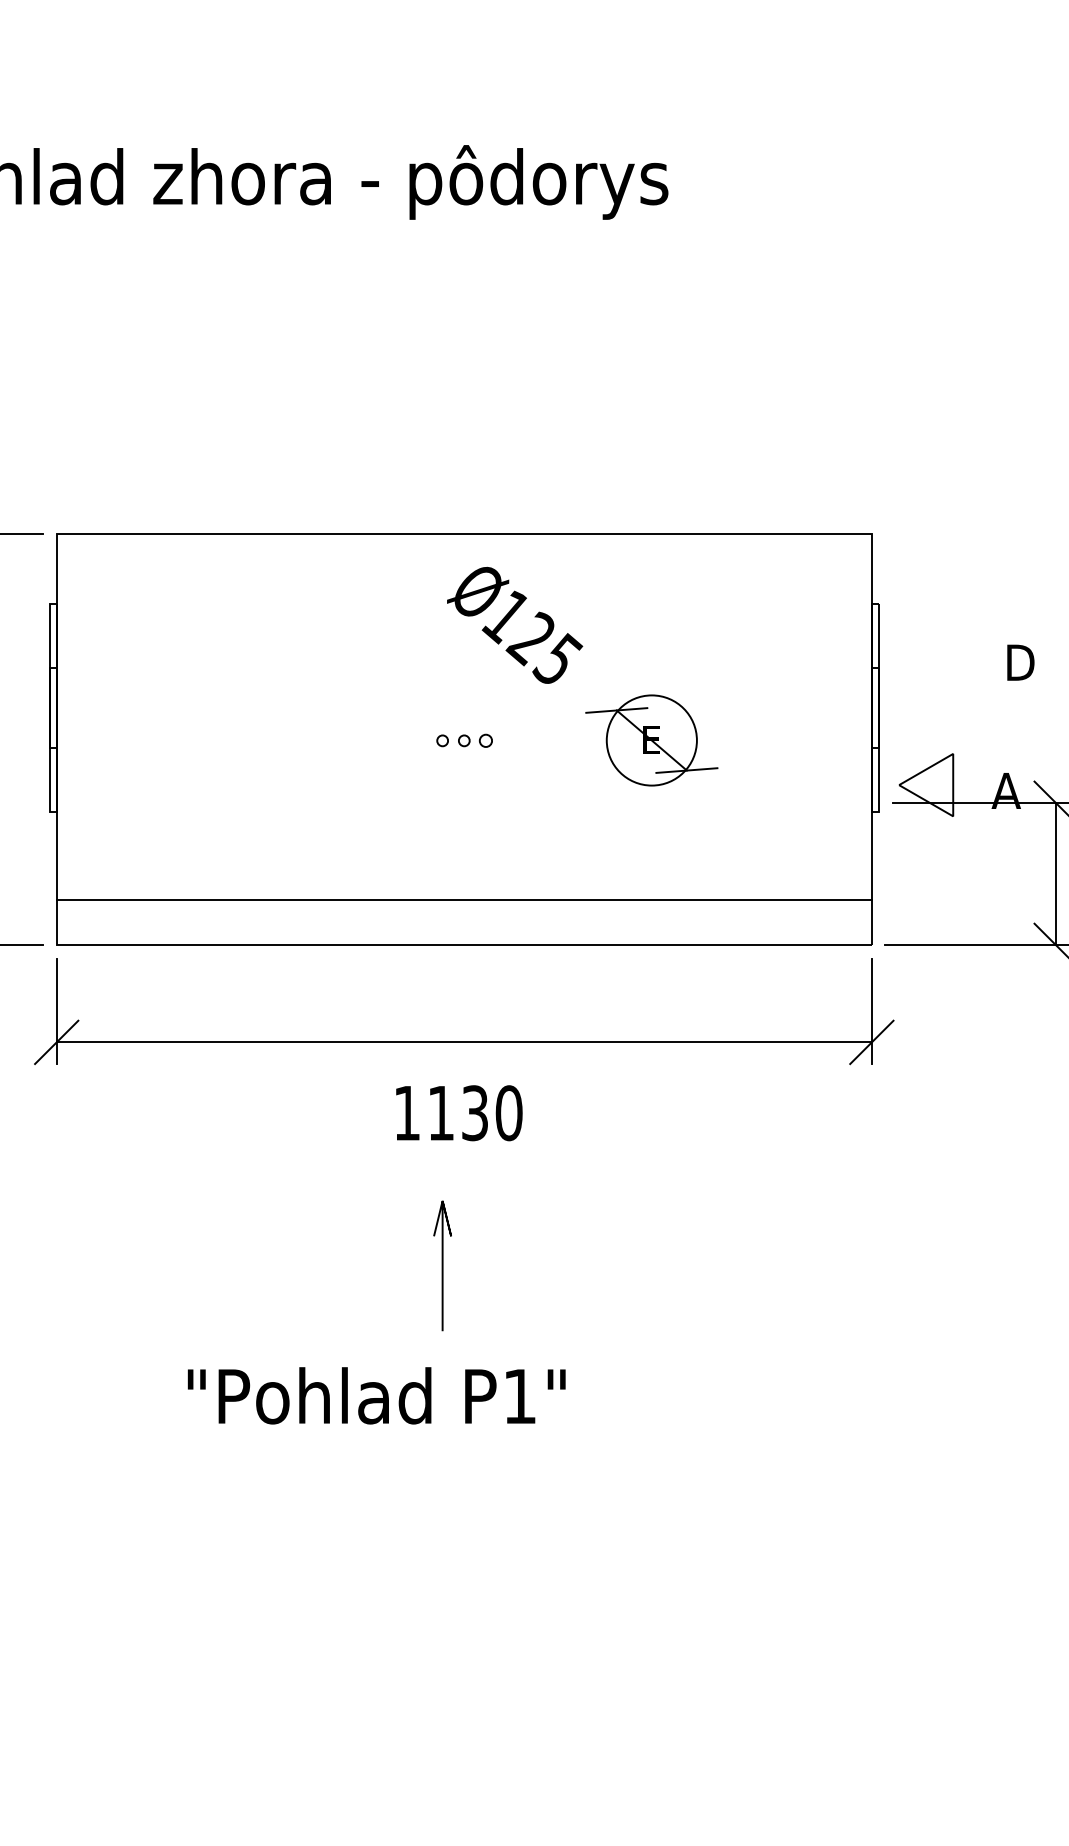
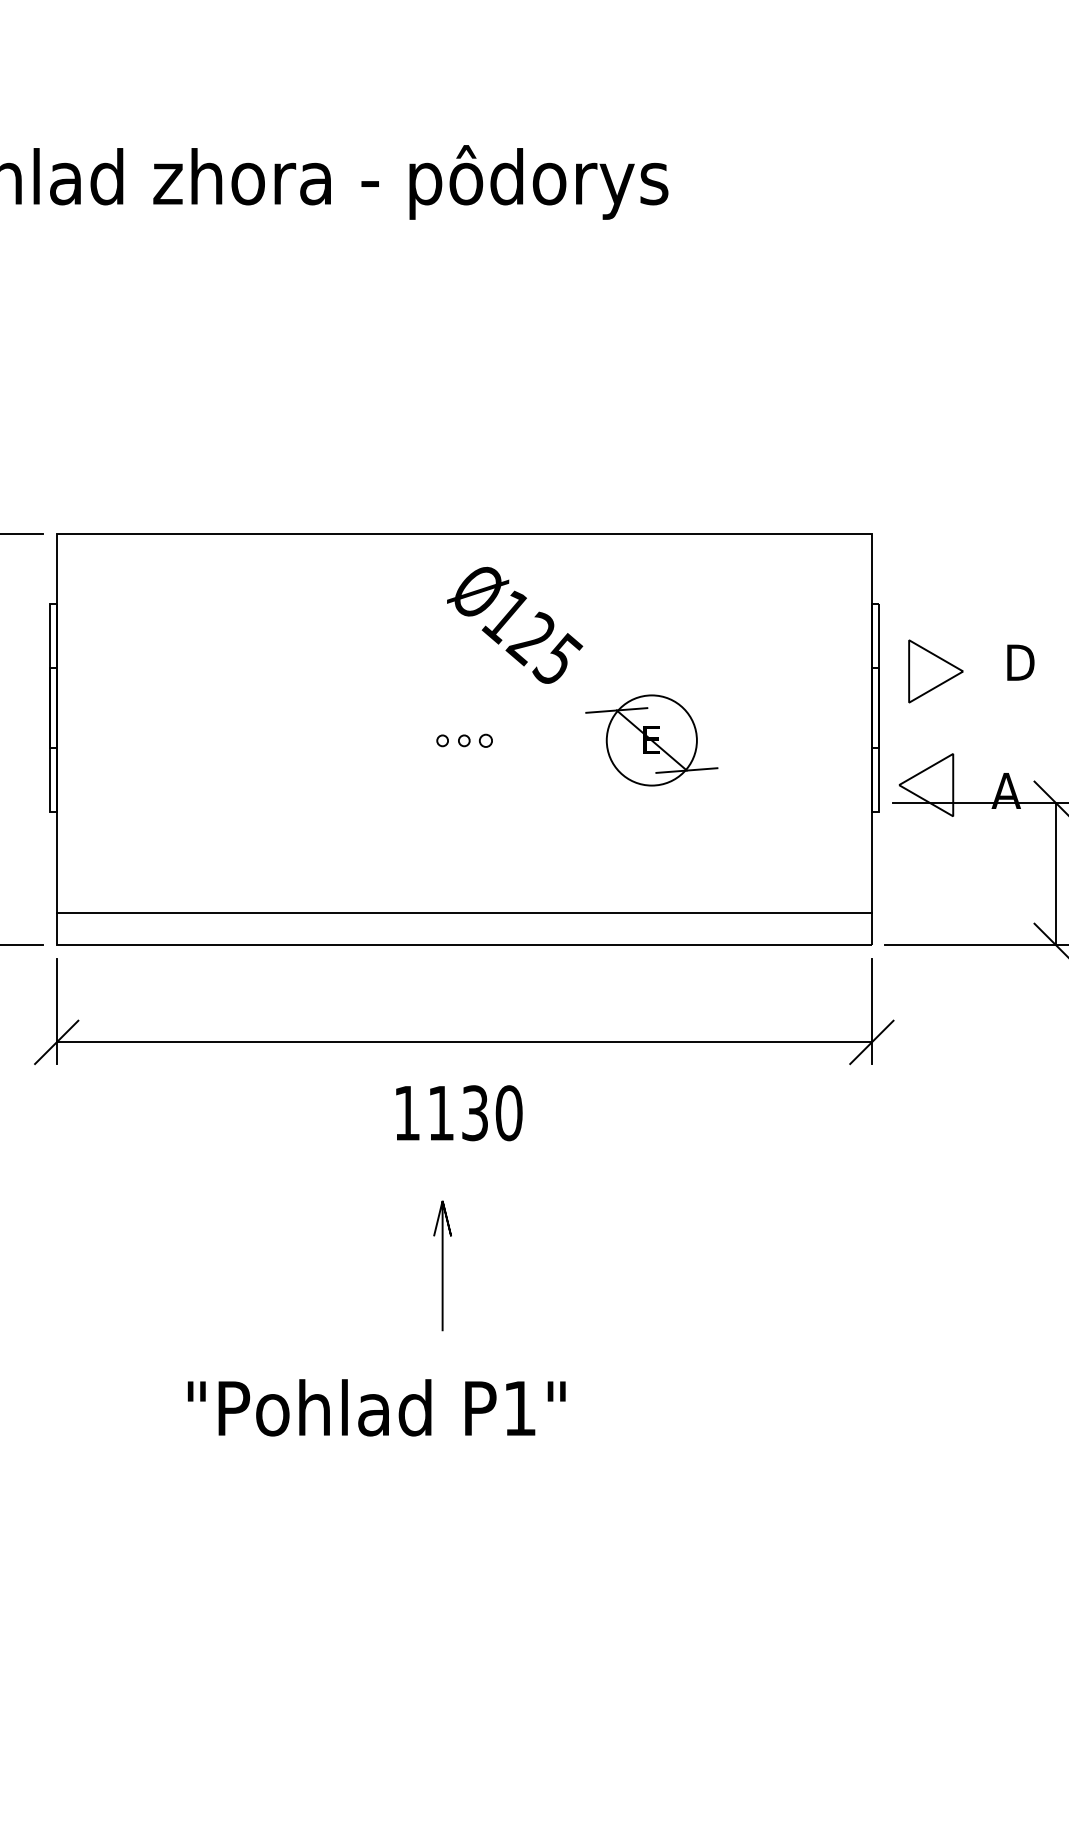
part at (935, 671): none -> present
line at (463, 899) position: (463, 899) -> (463, 912)
text at (376, 1395) position: (376, 1395) -> (376, 1407)
